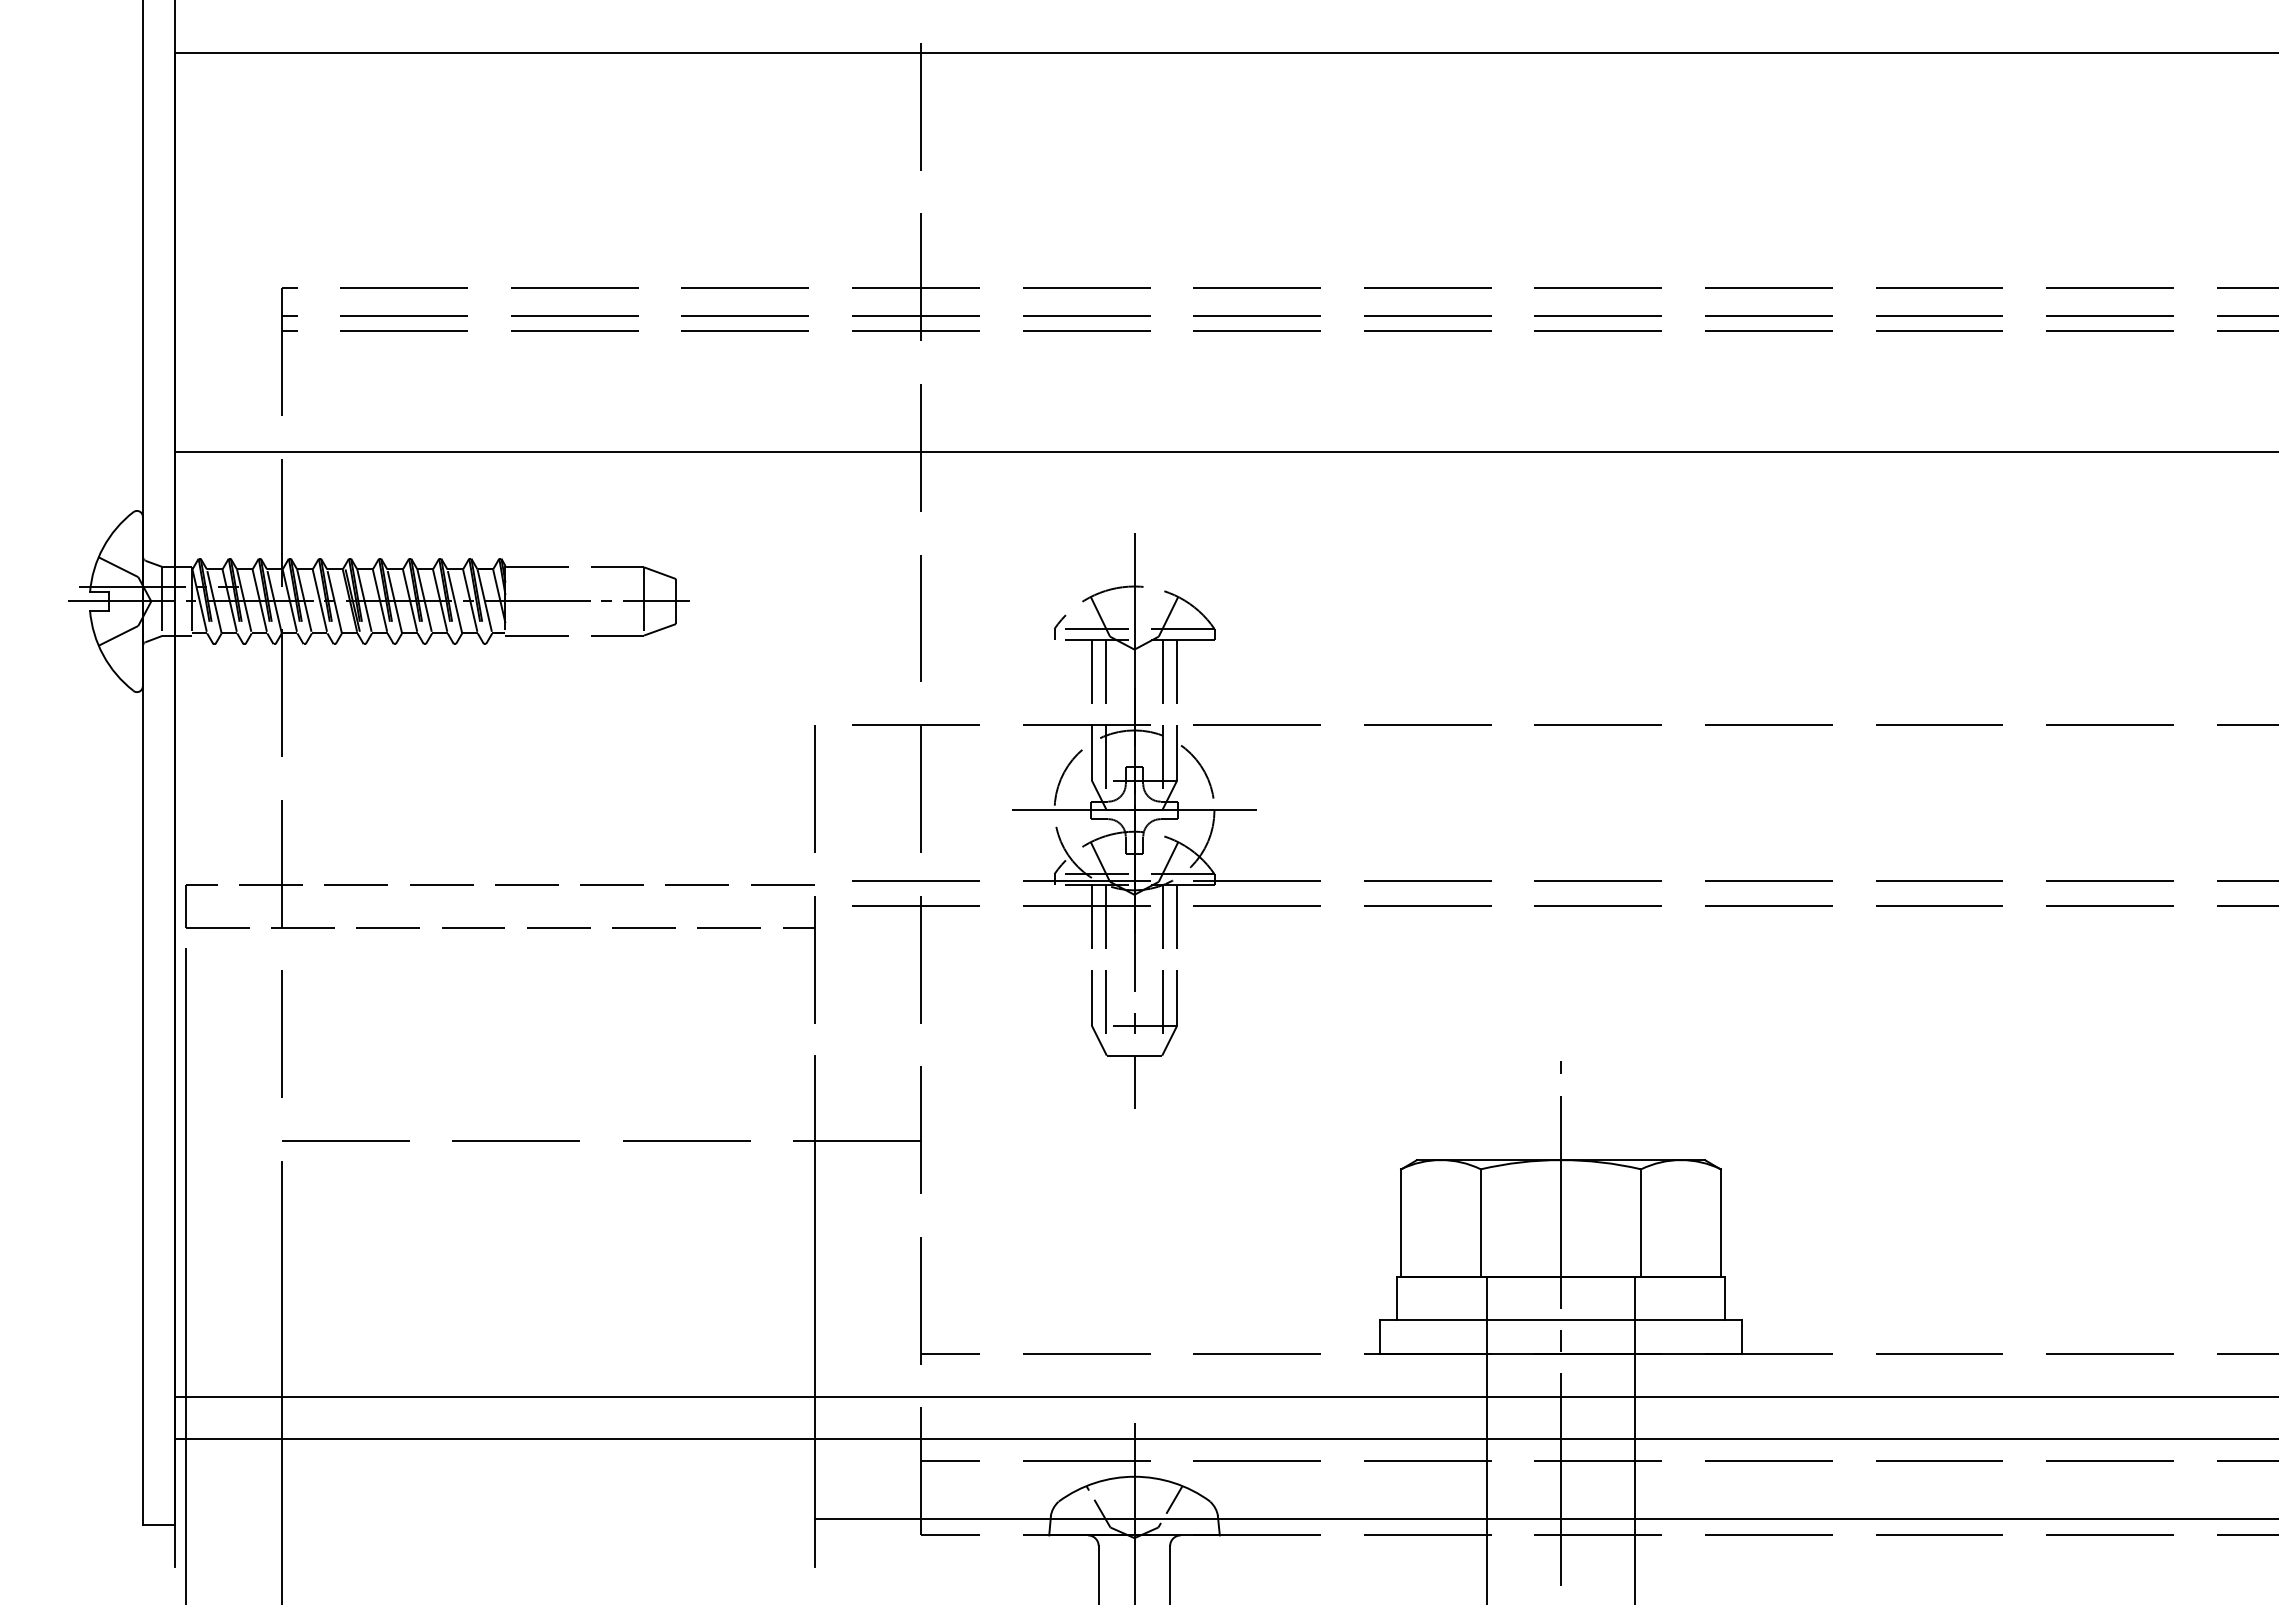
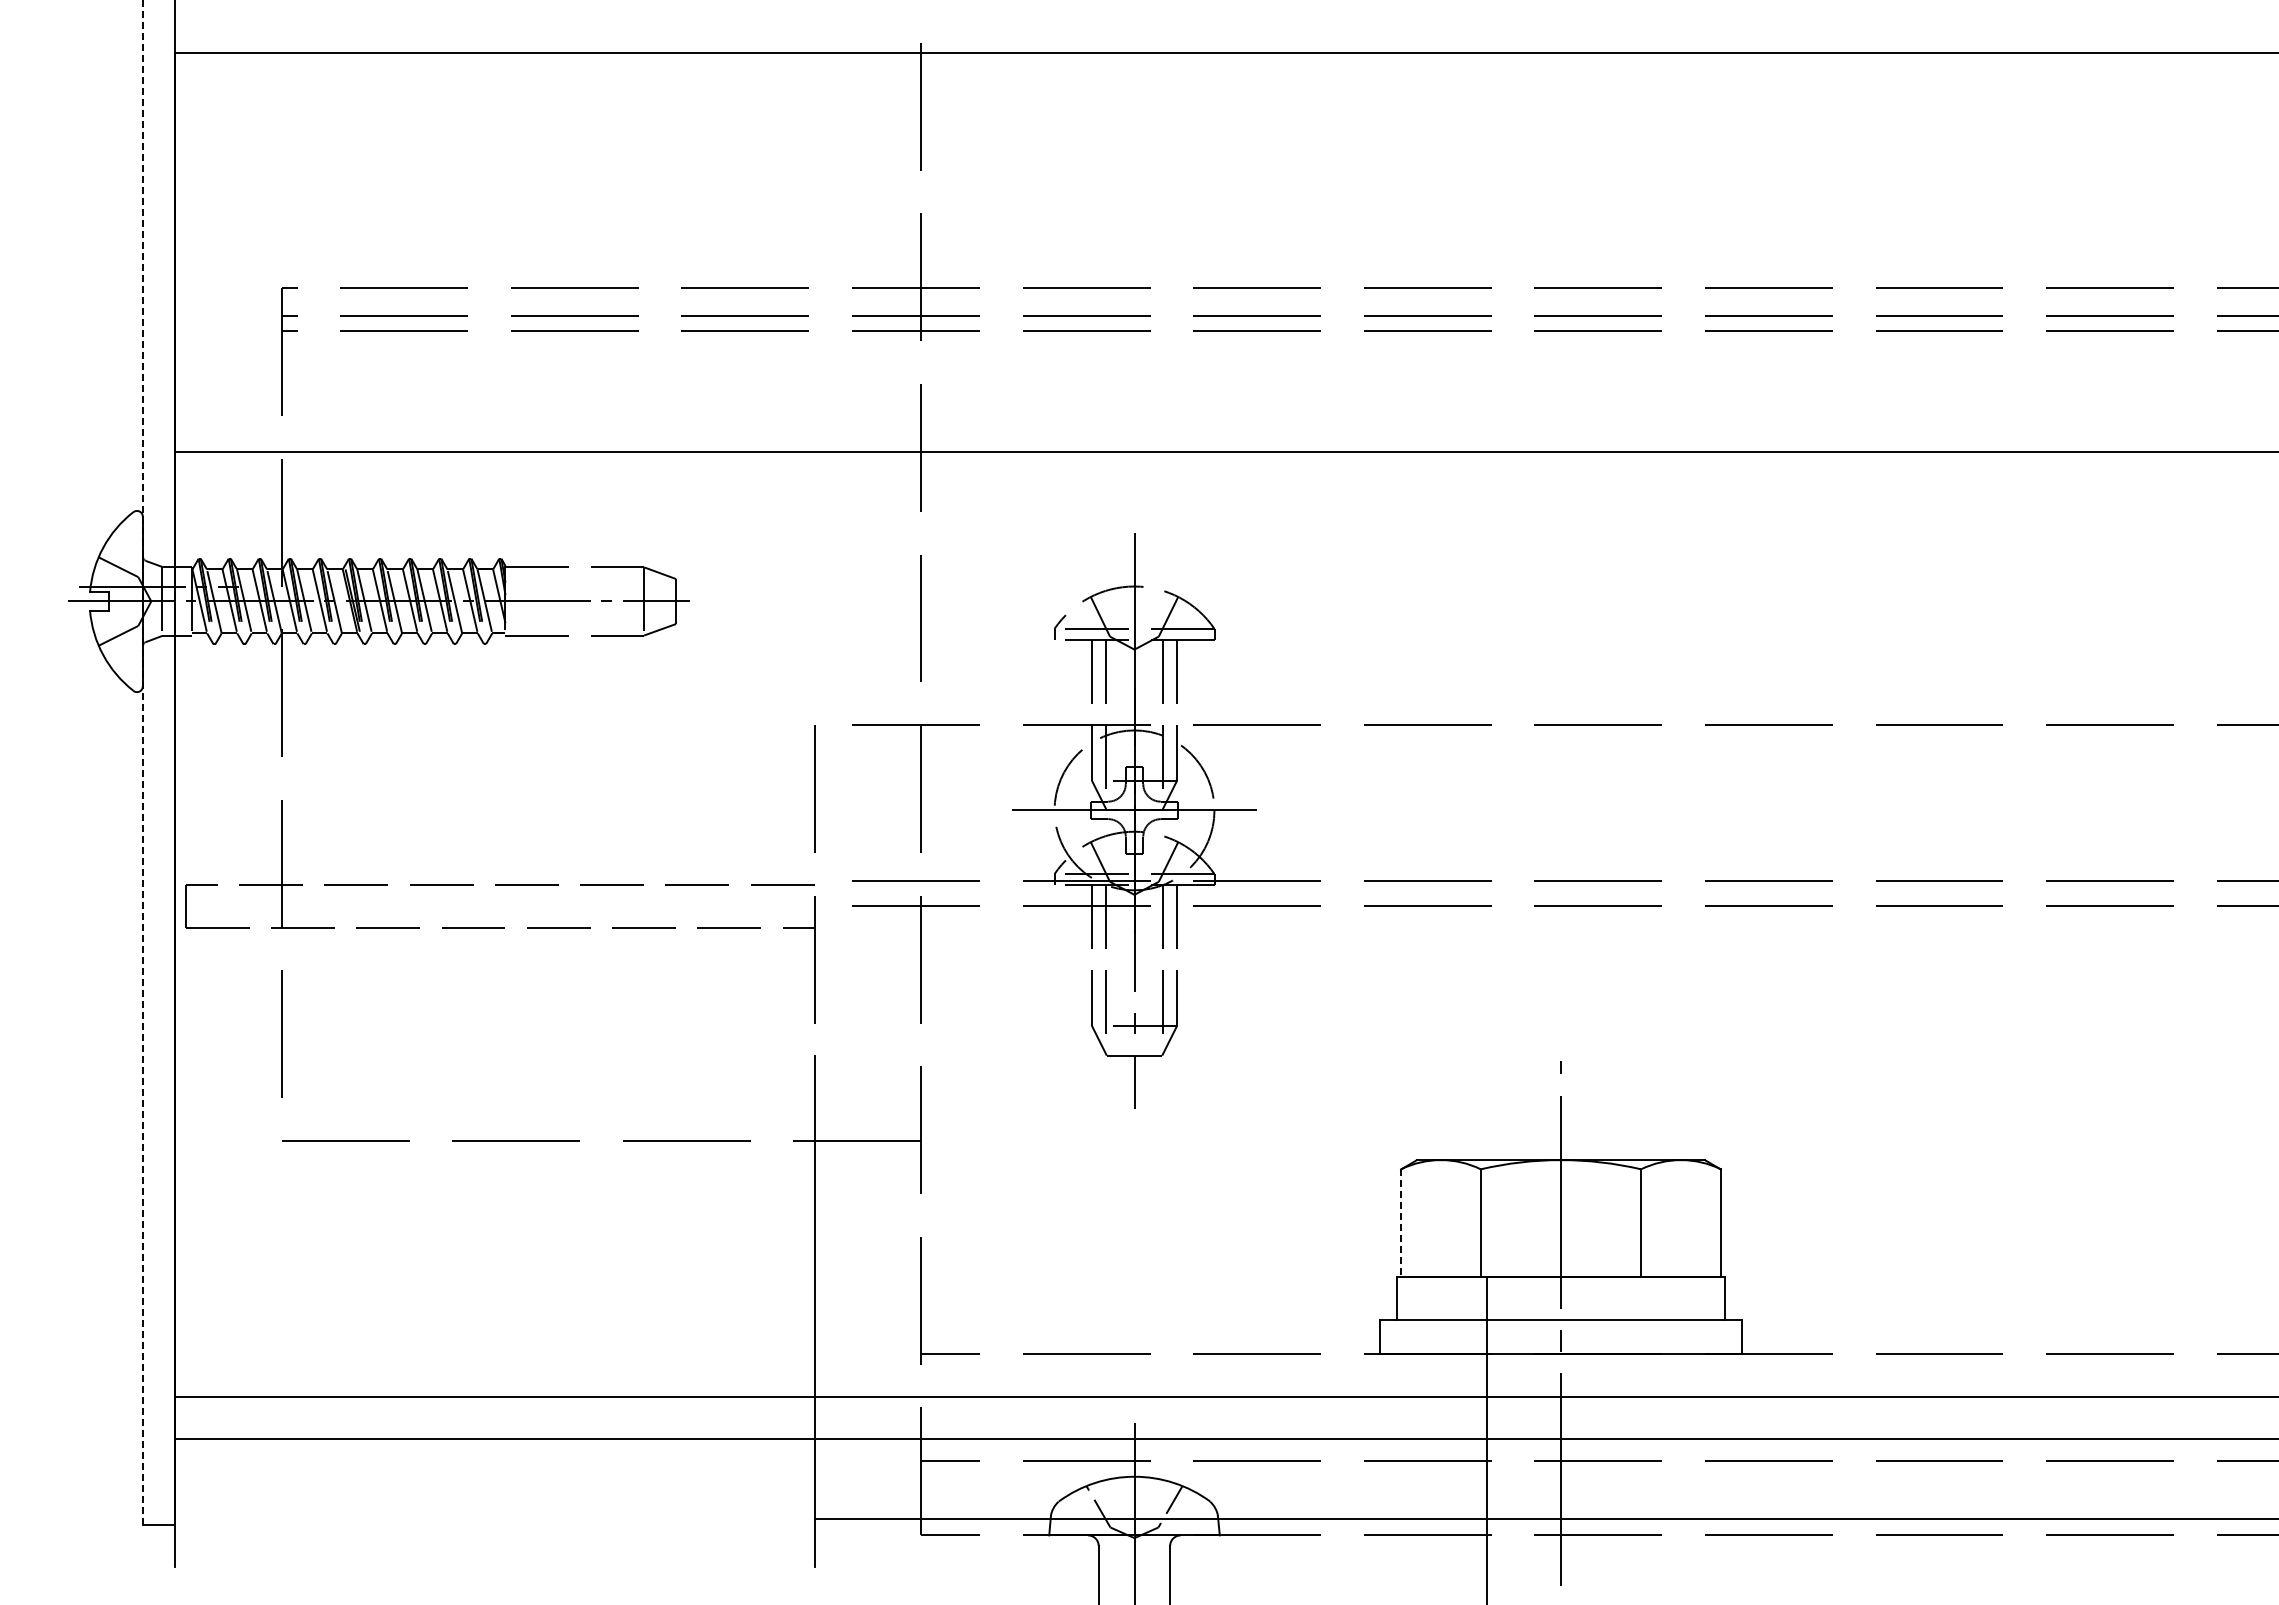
line at (143, 763): solid -> dashed
line at (1401, 1223): solid -> dashed
line at (185, 1275): present -> none
line at (281, 1381): present -> none
line at (1634, 1439): present -> none
